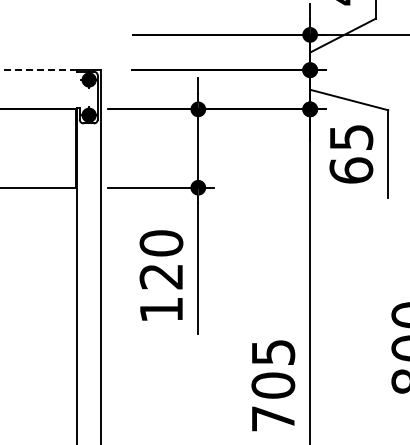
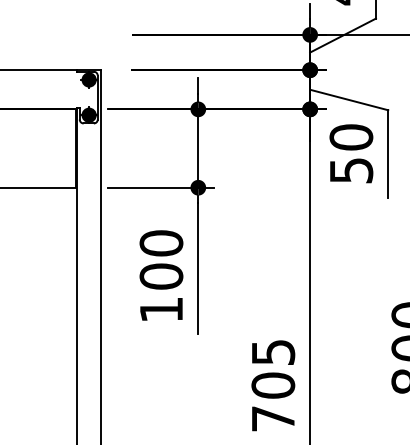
line at (38, 70): dashed -> solid
text at (351, 153): 65 -> 50
text at (161, 276): 120 -> 100
